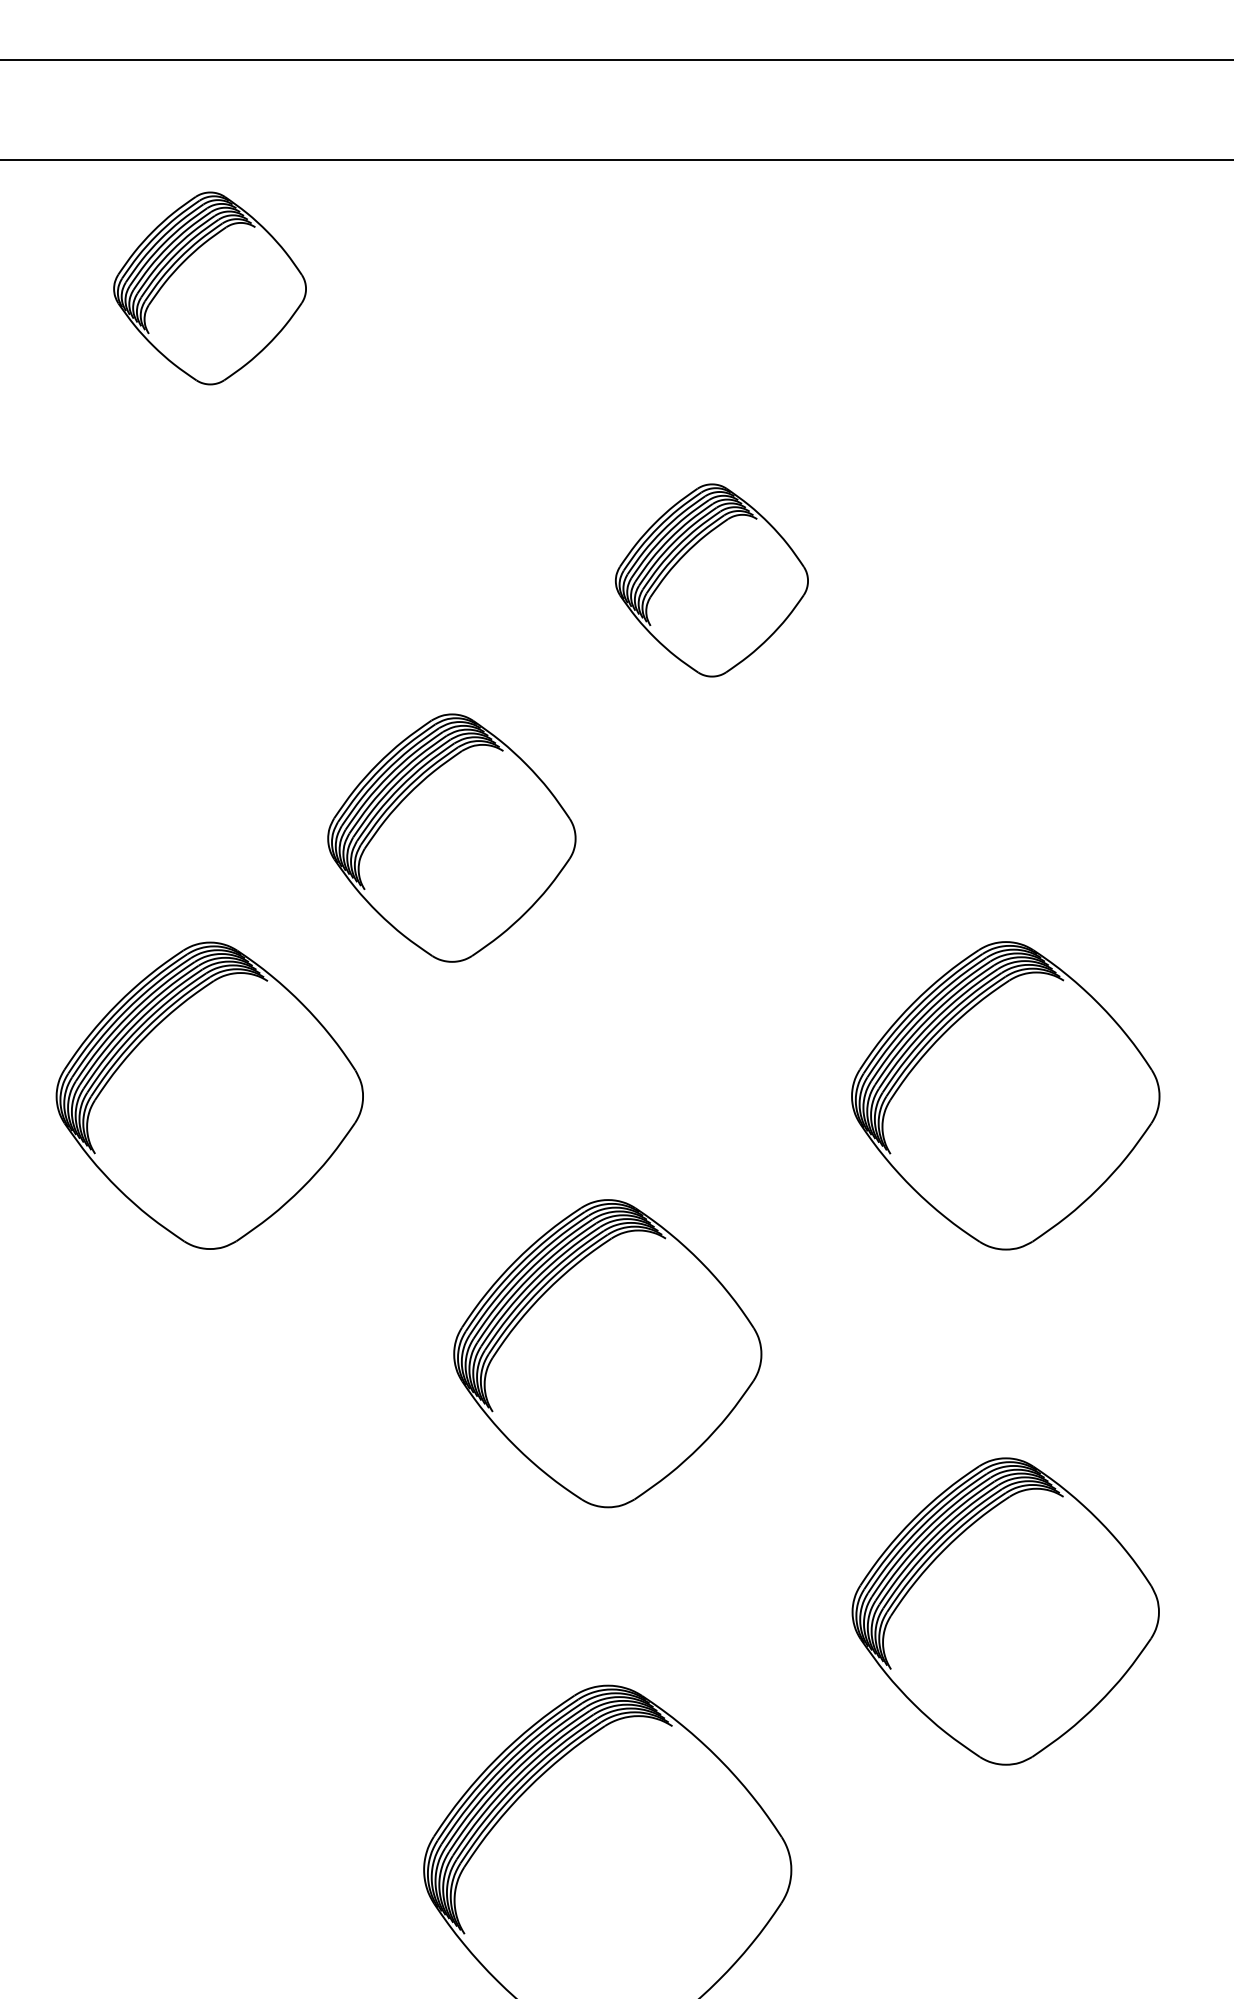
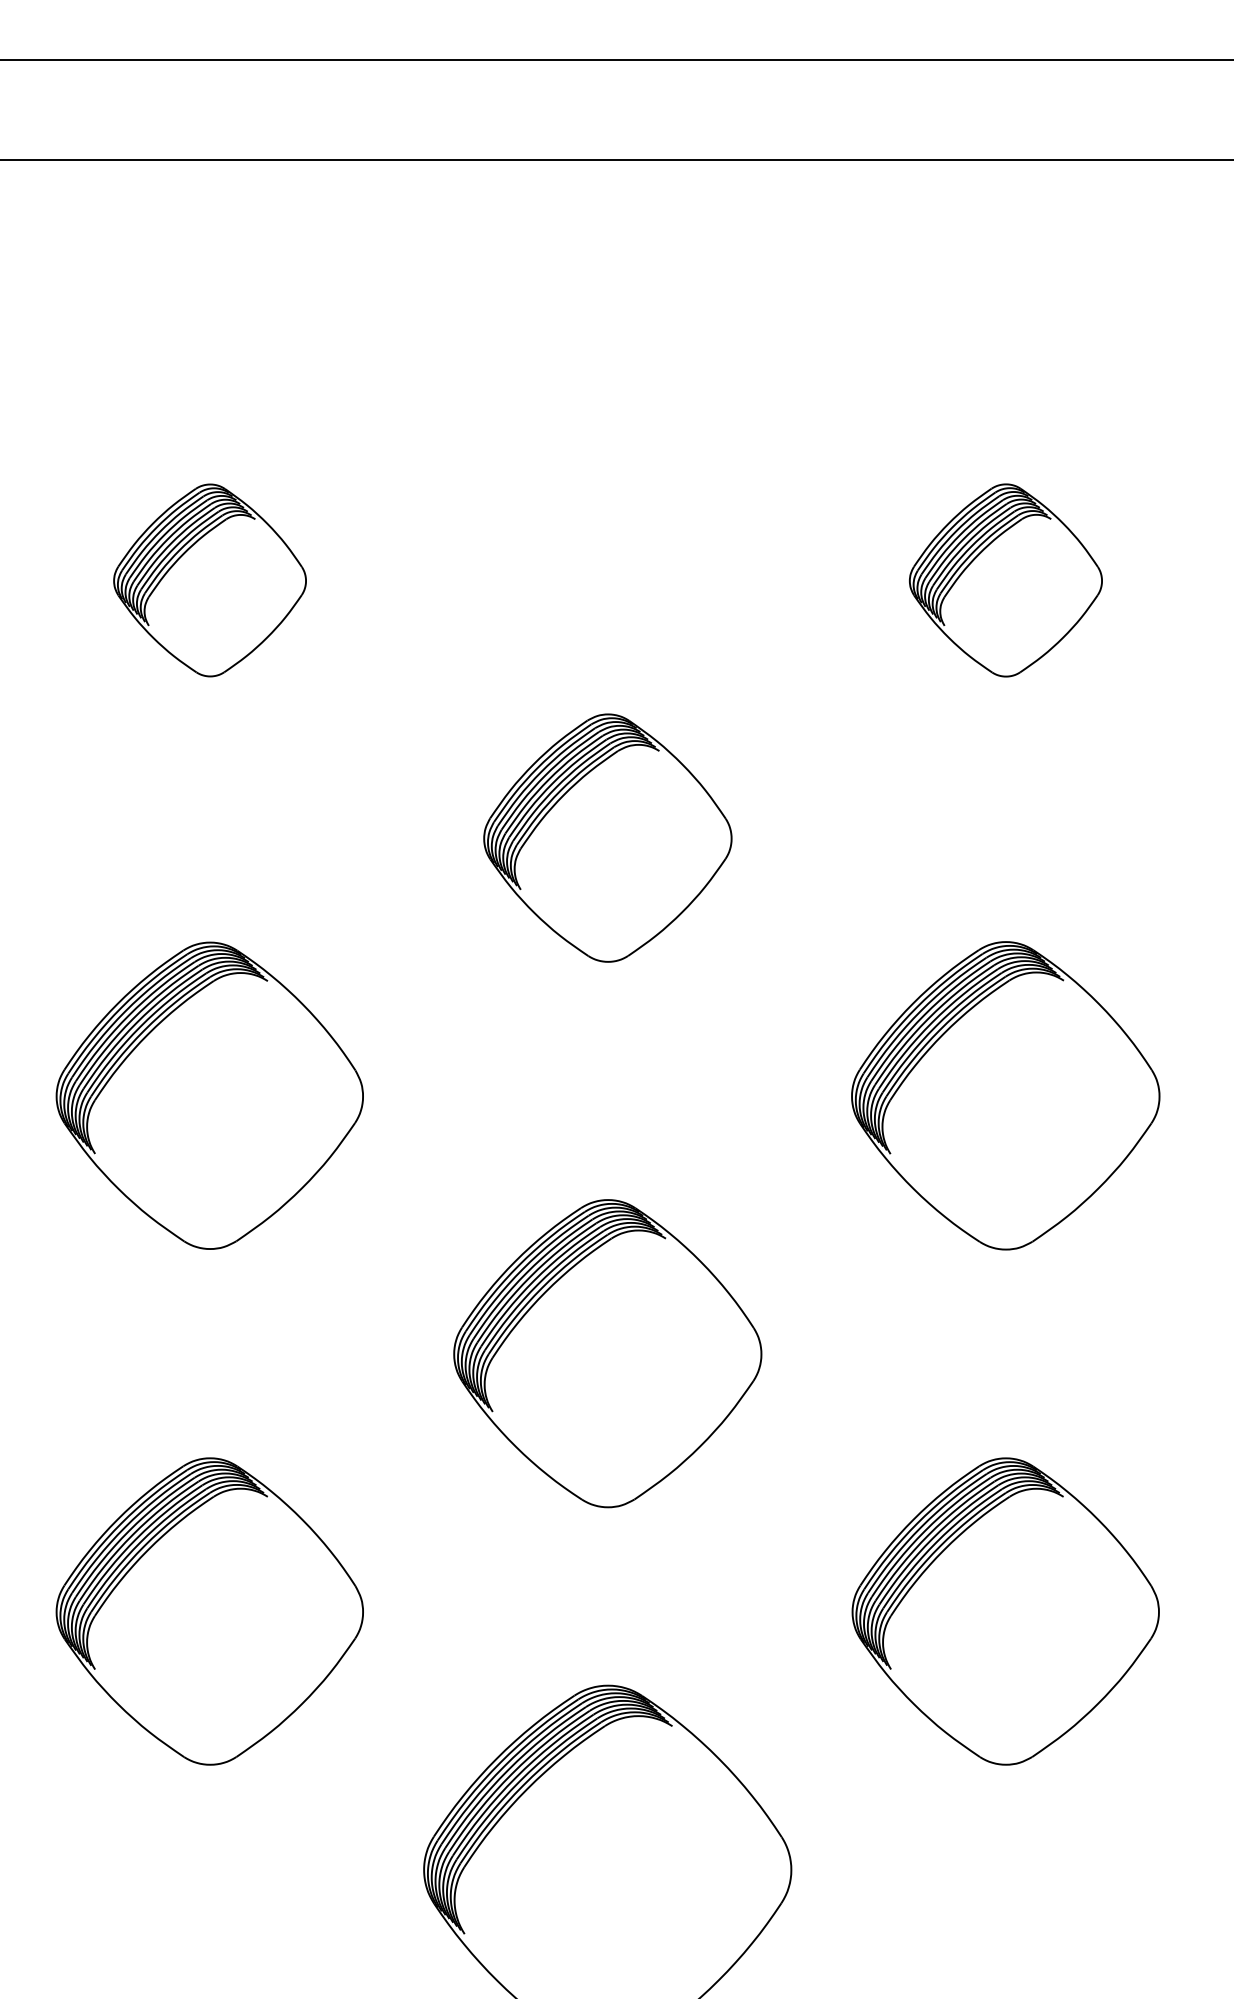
part at (209, 288) position: (209, 288) -> (209, 580)
part at (711, 580) position: (711, 580) -> (1005, 580)
part at (451, 837) position: (451, 837) -> (607, 837)
part at (209, 1611): none -> present
